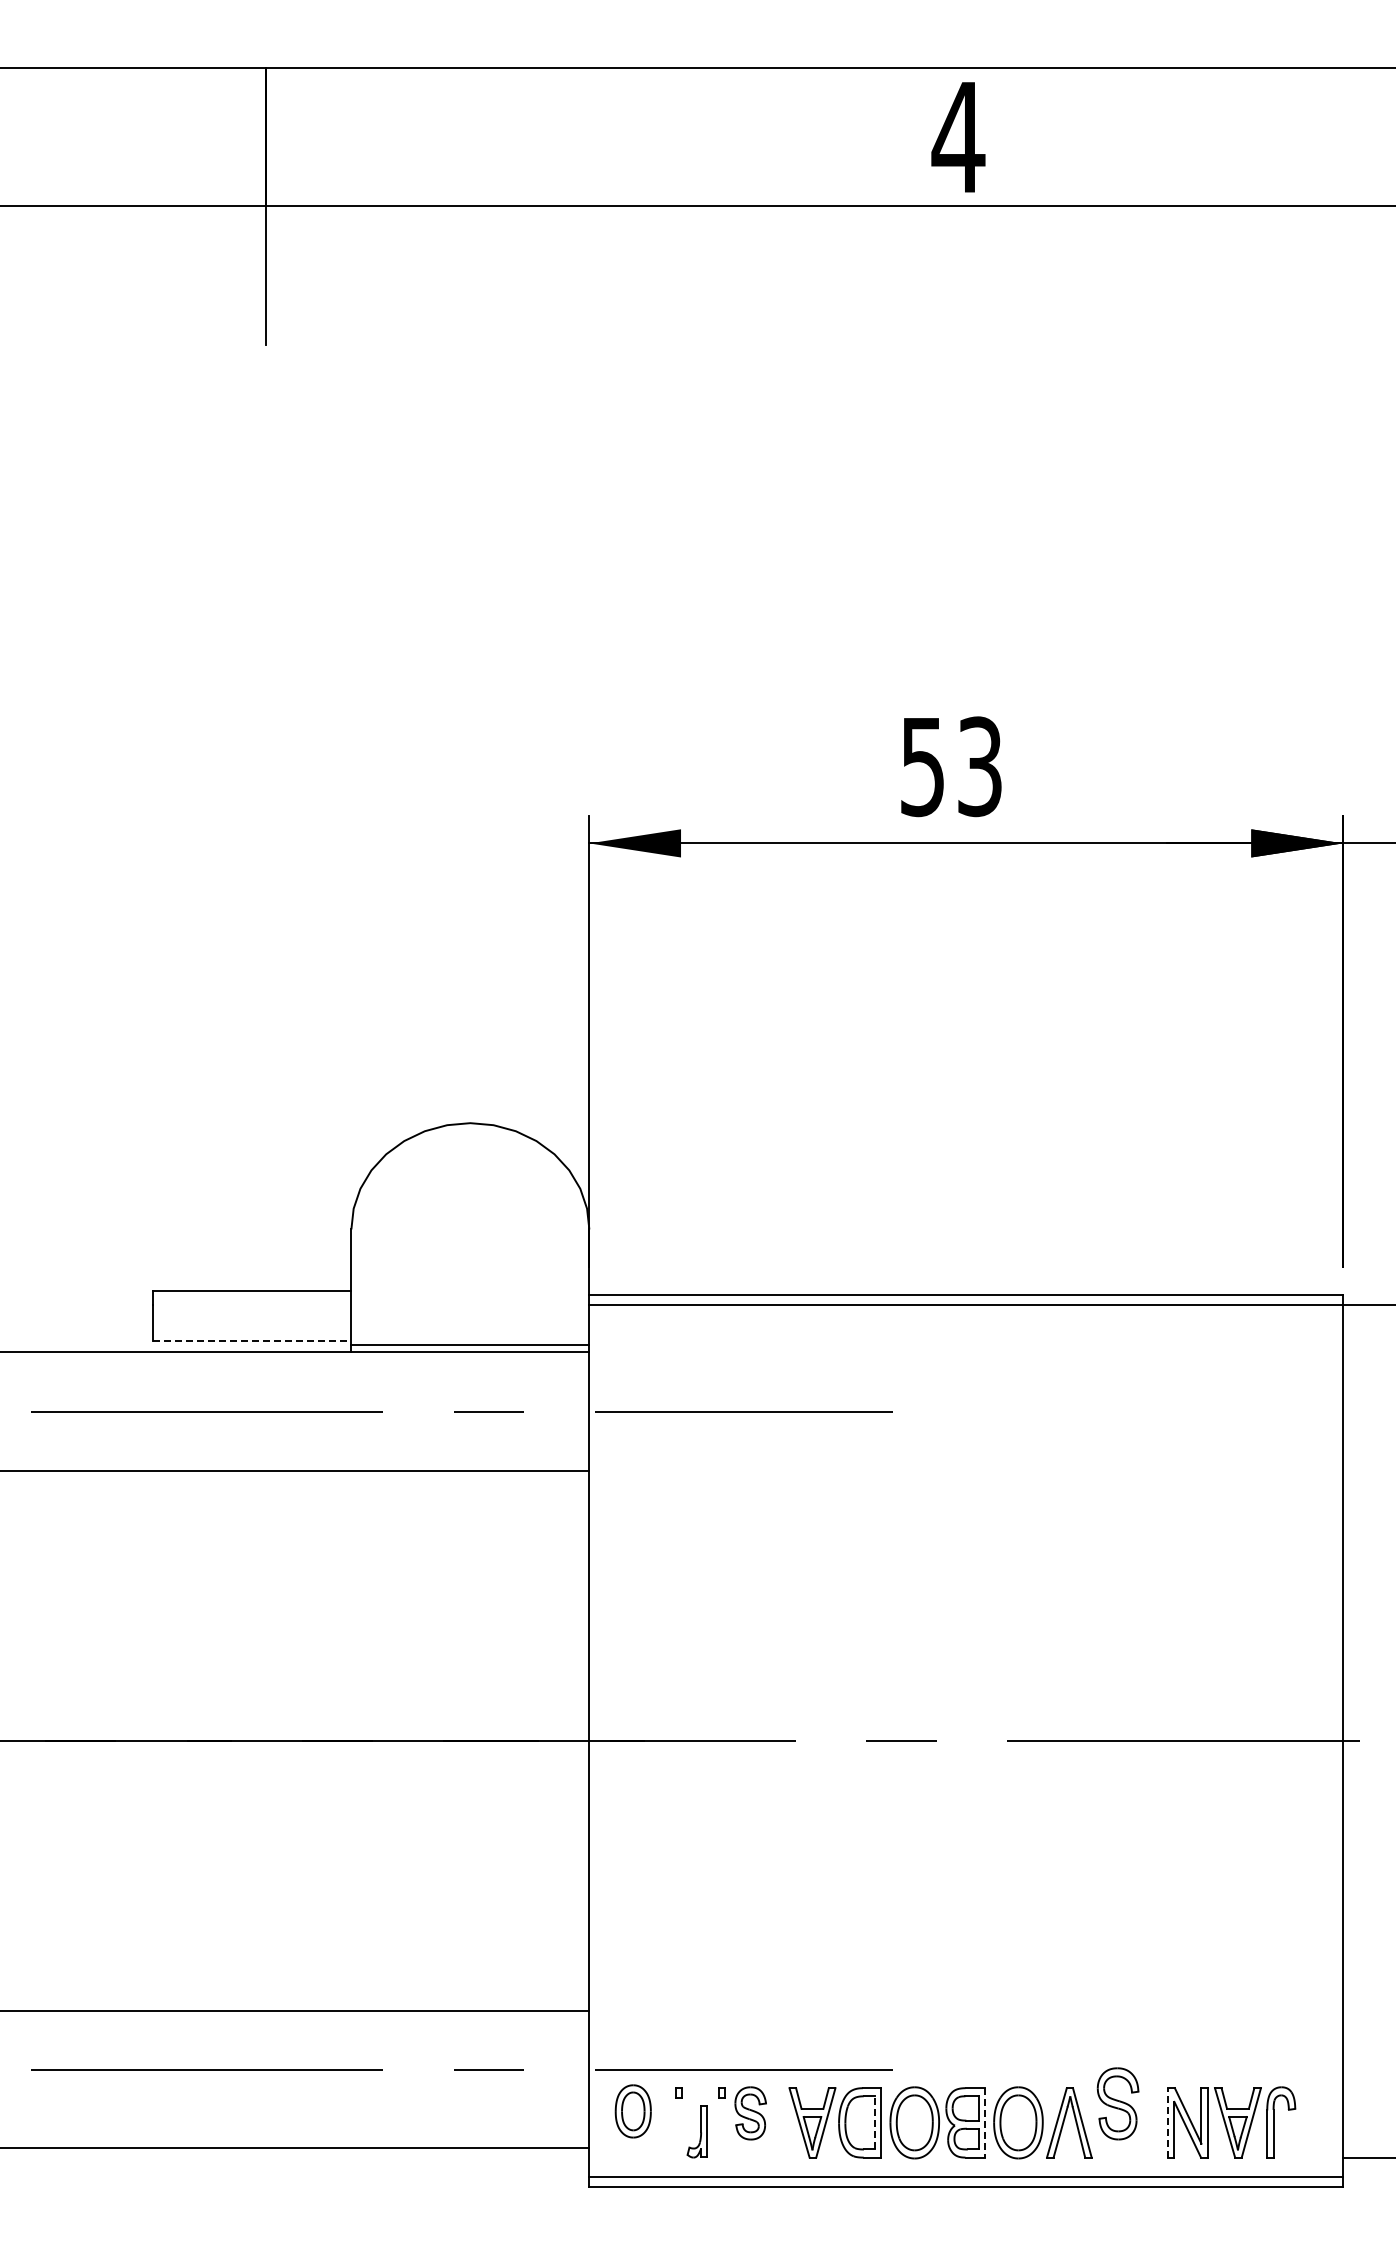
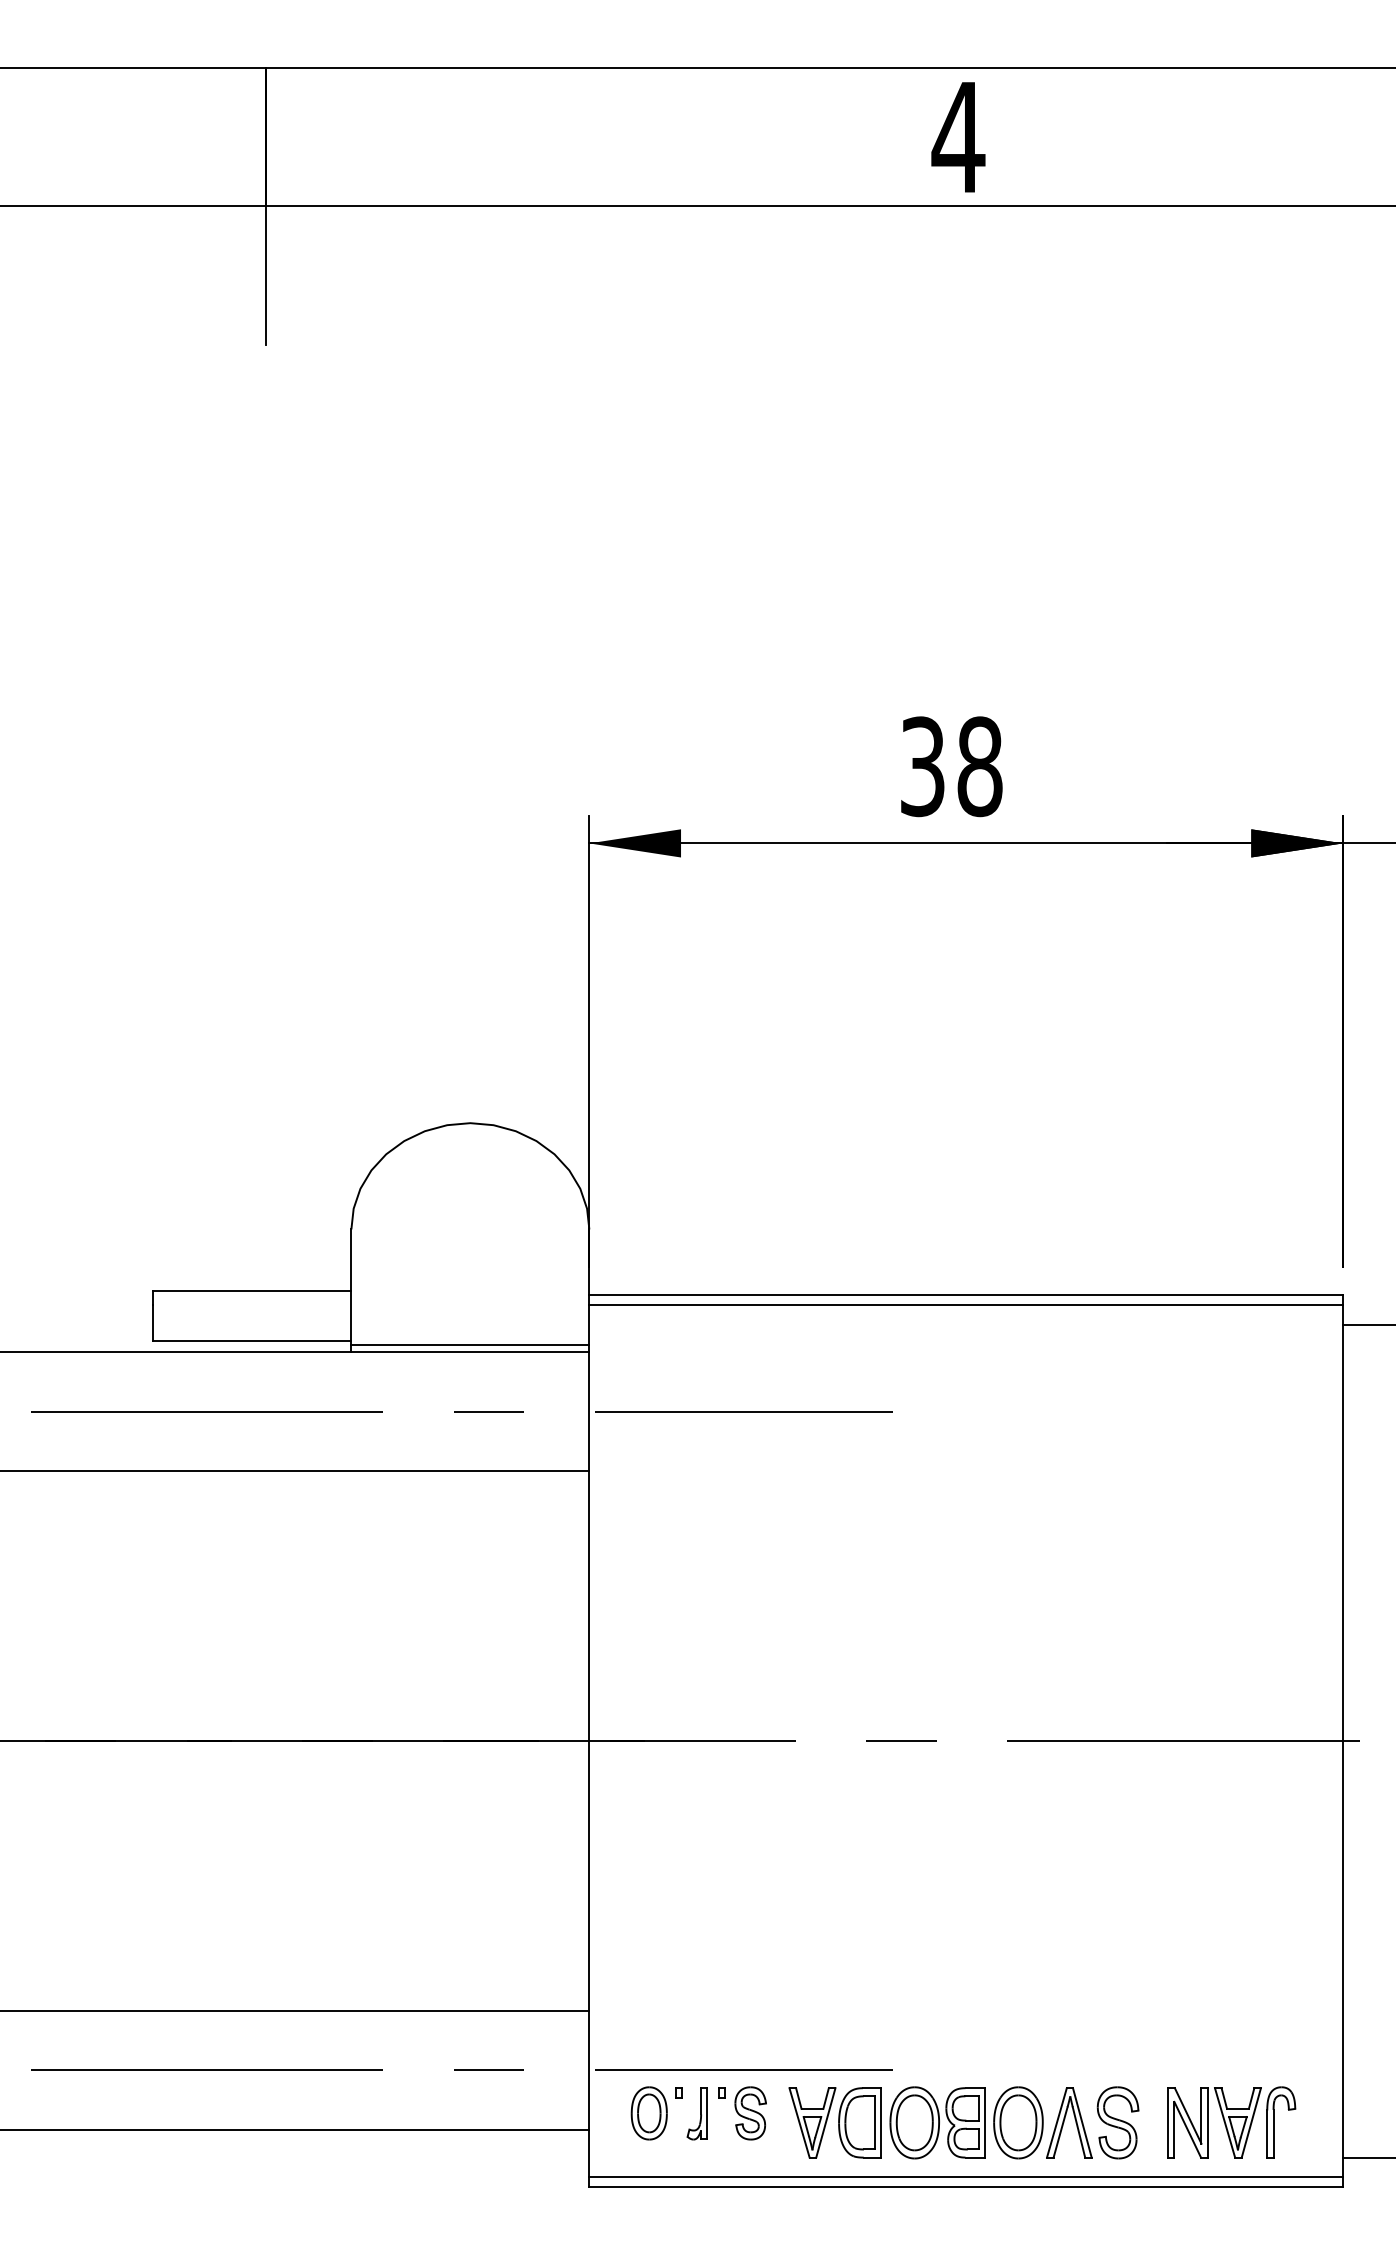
text at (951, 766): 53 -> 38
line at (1367, 1304) position: (1367, 1304) -> (1367, 1324)
line at (252, 1340): dashed -> solid
part at (1117, 2103) position: (1117, 2103) -> (1117, 2122)
part at (632, 2111) position: (632, 2111) -> (648, 2113)
line at (875, 2122): dashed -> solid
line at (985, 2122): dashed -> solid
line at (1168, 2122): dashed -> solid
part at (696, 2131) position: (696, 2131) -> (696, 2113)
line at (295, 2147) position: (295, 2147) -> (295, 2129)
